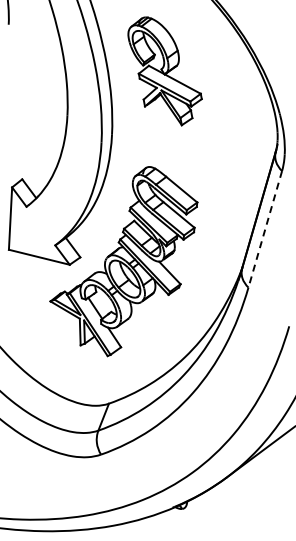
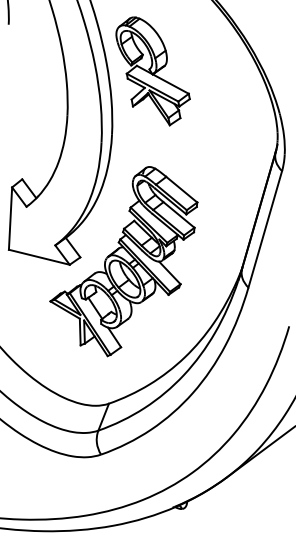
part at (164, 71) position: (164, 71) -> (152, 71)
line at (265, 229): dashed -> solid
